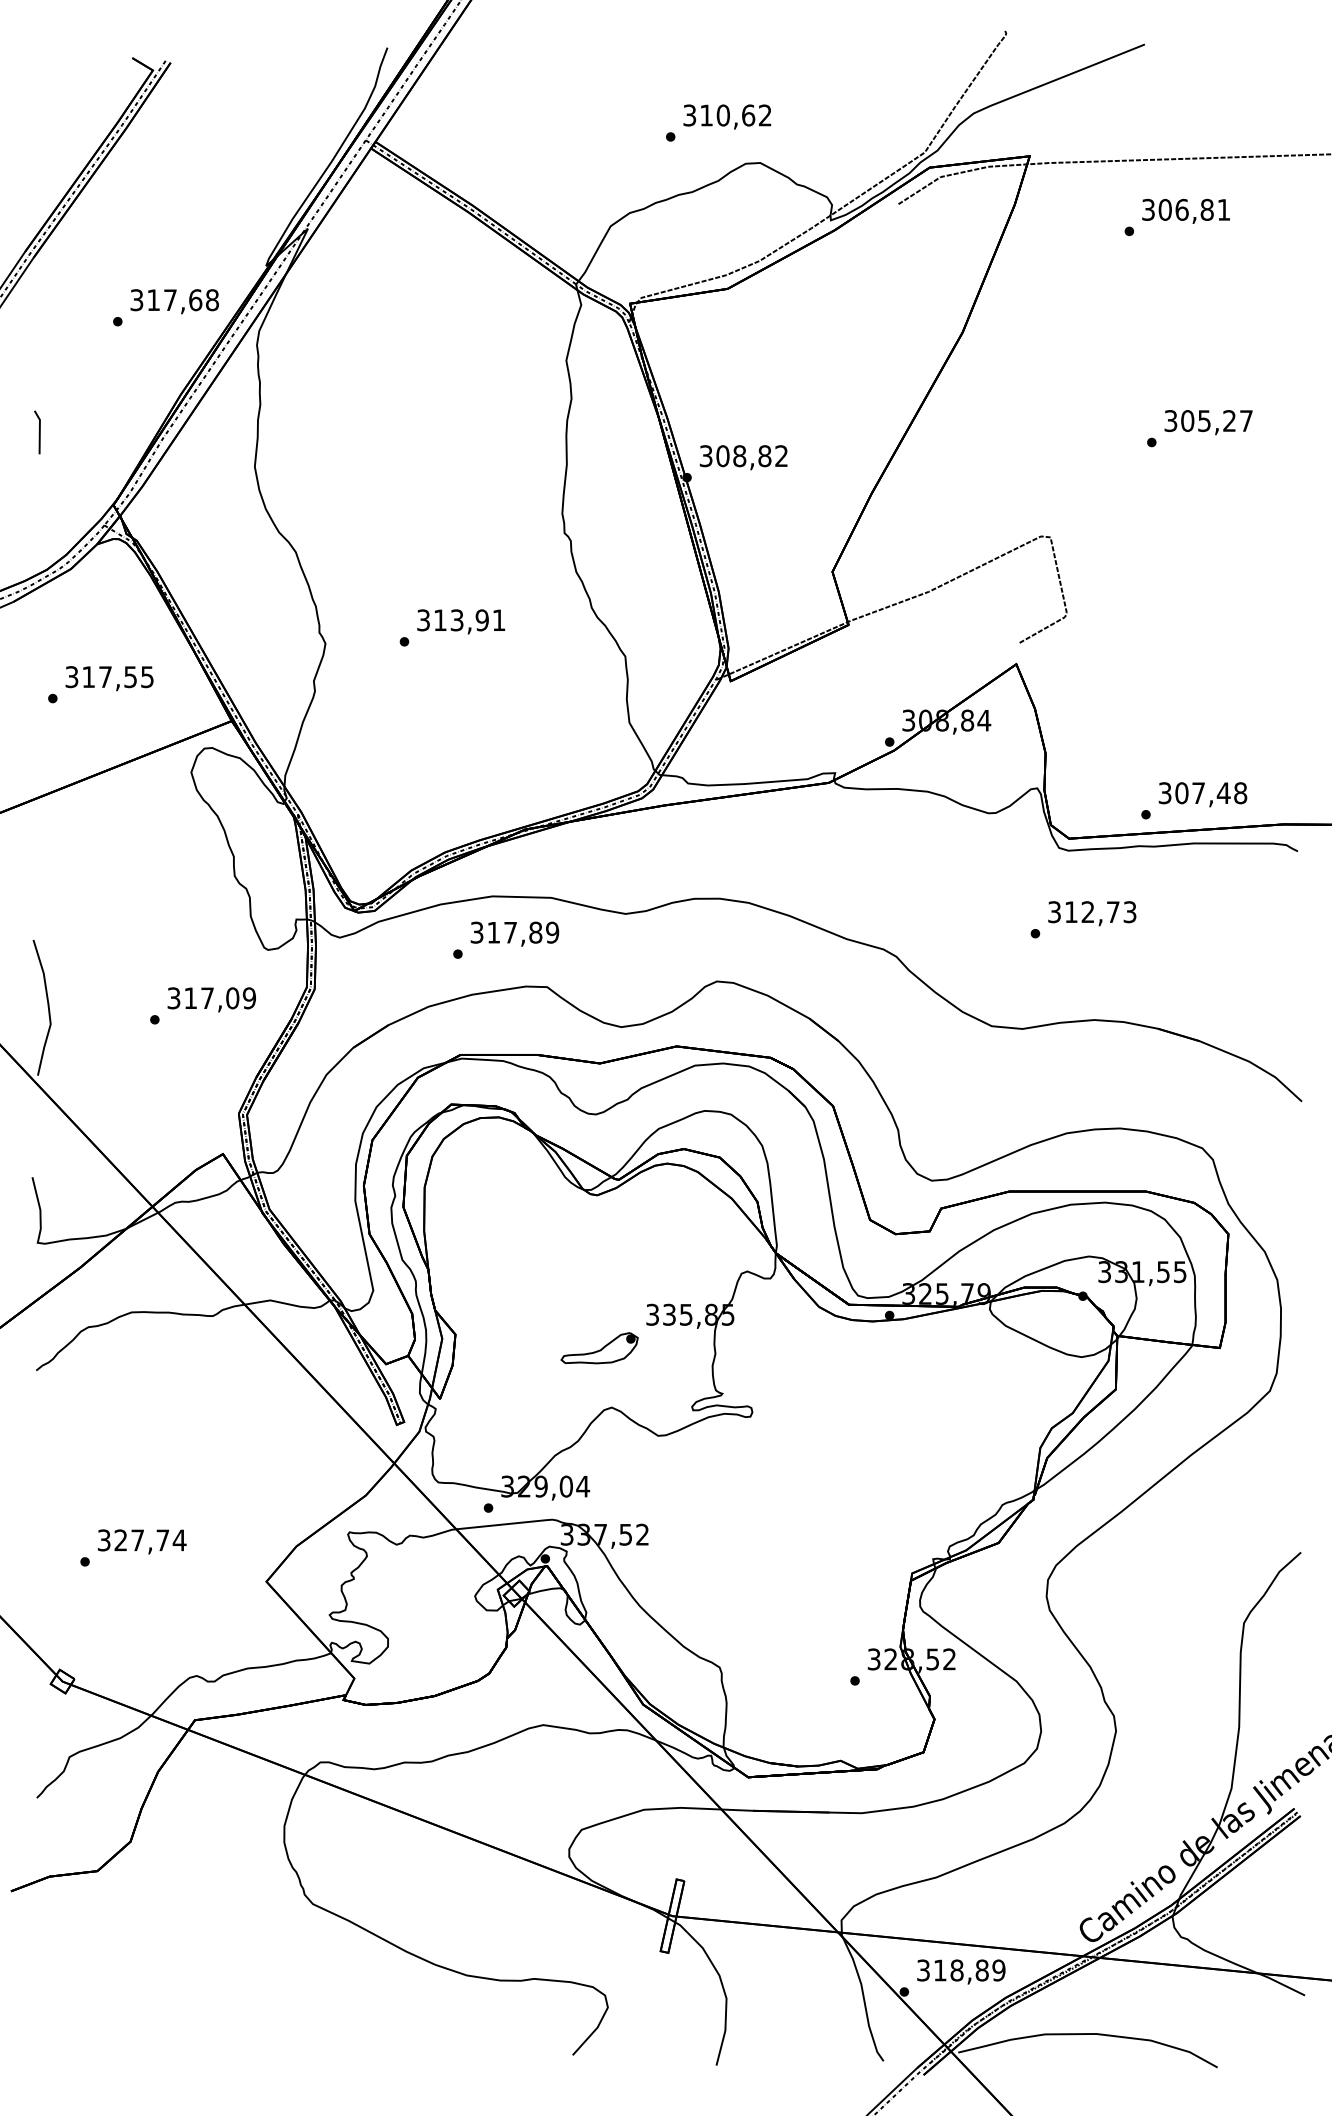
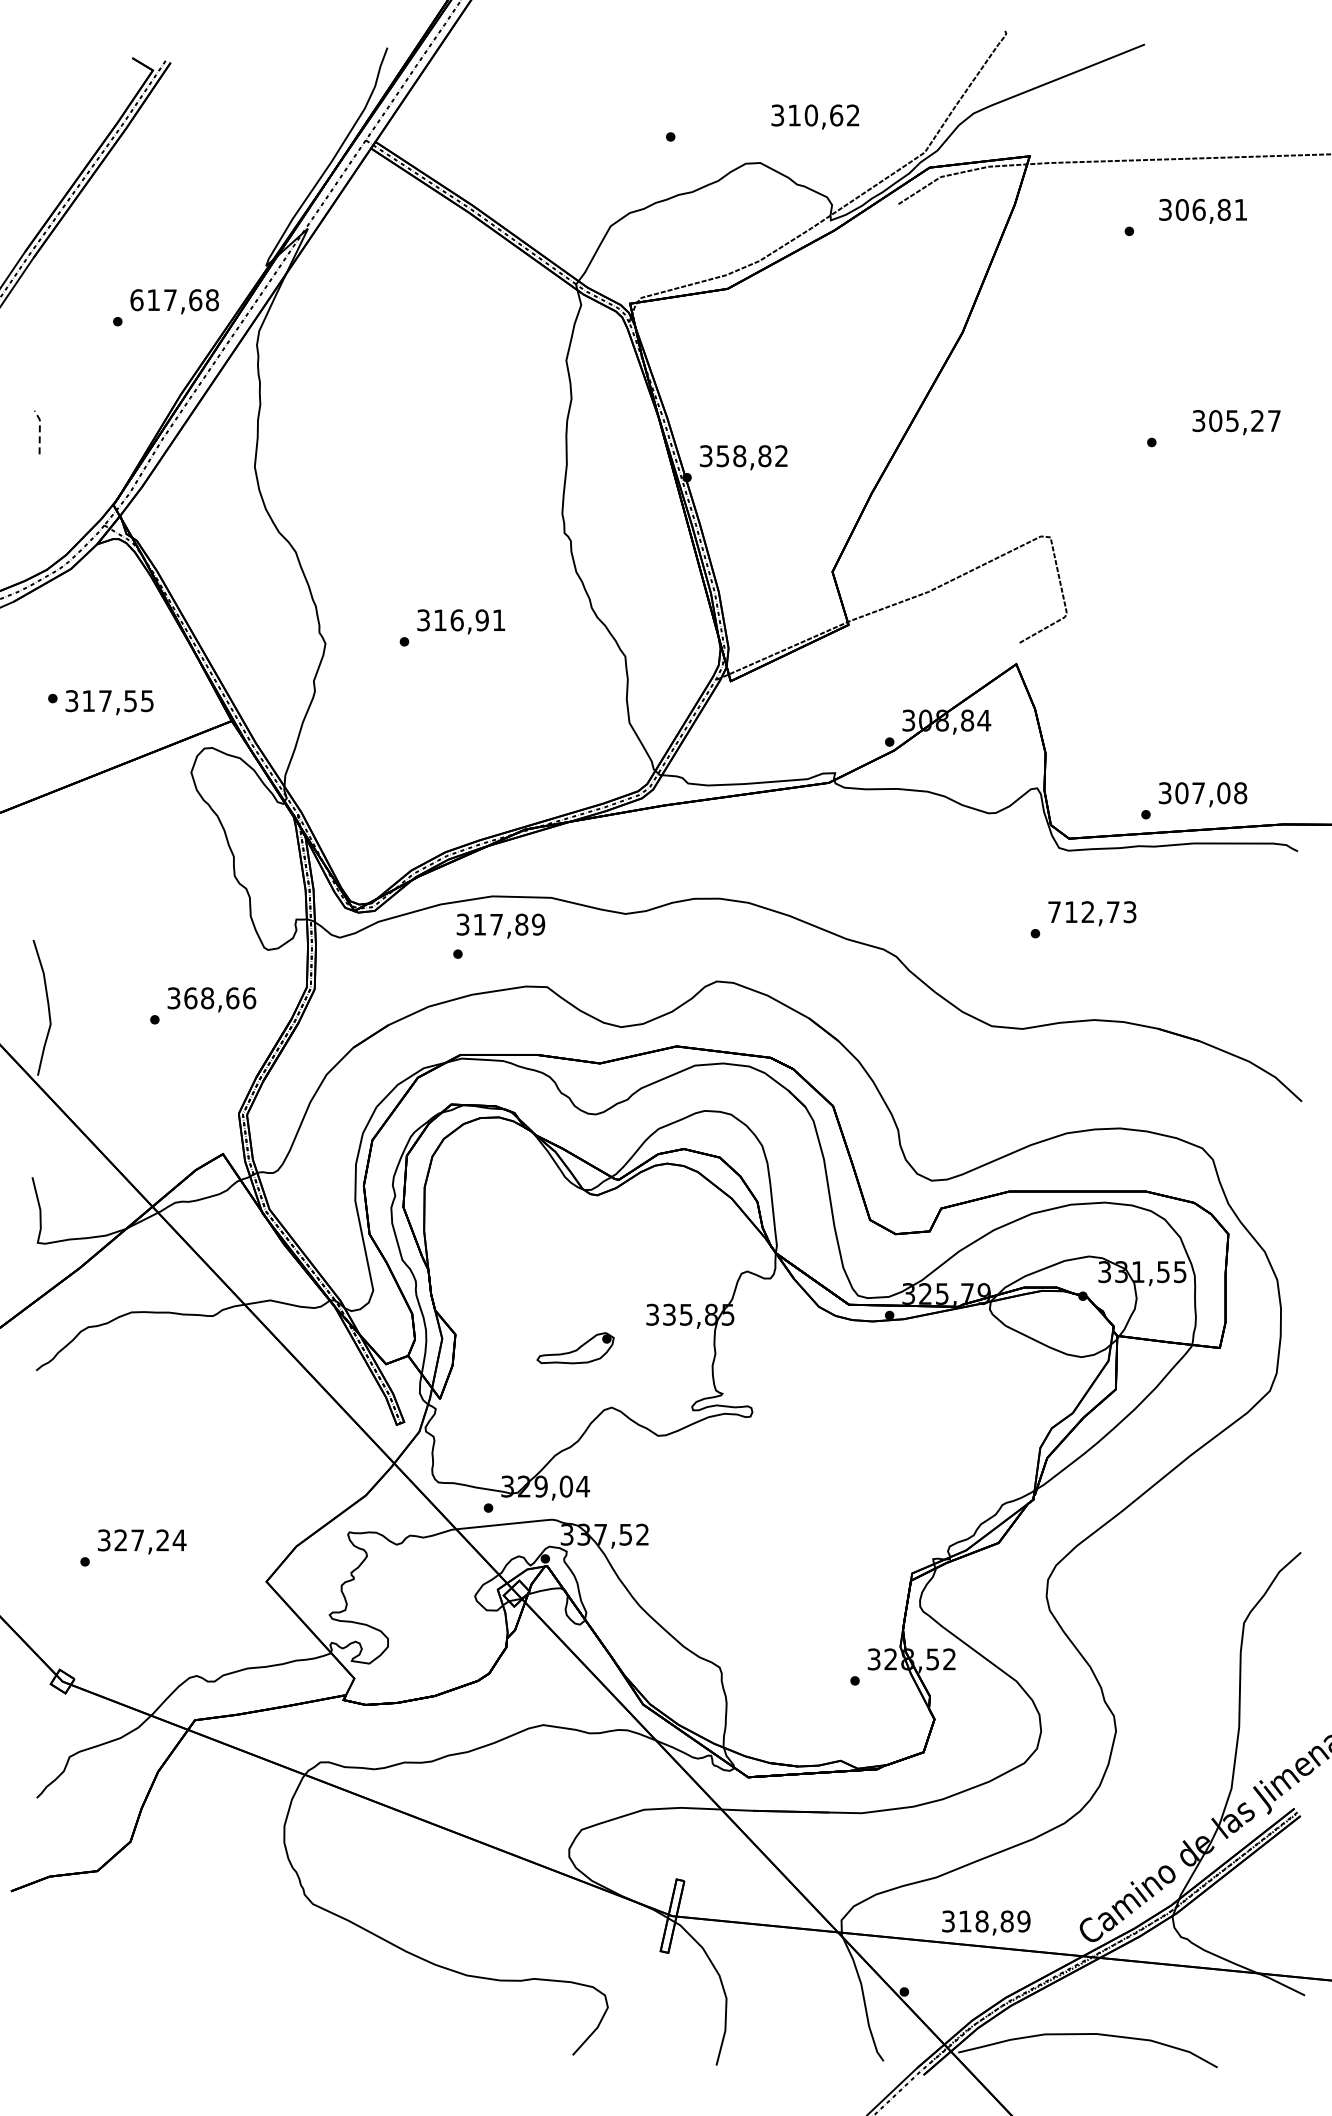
text at (727, 116) position: (727, 116) -> (815, 116)
text at (1185, 210) position: (1185, 210) -> (1202, 210)
text at (136, 300): 317,68 -> 617,68
text at (1208, 422) position: (1208, 422) -> (1236, 422)
line at (39, 430): solid -> dashed
text at (722, 456): 308,82 -> 358,82
text at (456, 620): 313,91 -> 316,91
text at (109, 678) position: (109, 678) -> (109, 702)
text at (1223, 793): 307,48 -> 307,08
text at (1054, 912): 312,73 -> 712,73
text at (514, 933) position: (514, 933) -> (500, 925)
text at (220, 998): 317,09 -> 368,66
part at (599, 1348) position: (599, 1348) -> (575, 1348)
text at (162, 1540): 327,74 -> 327,24
text at (961, 1971) position: (961, 1971) -> (986, 1922)
